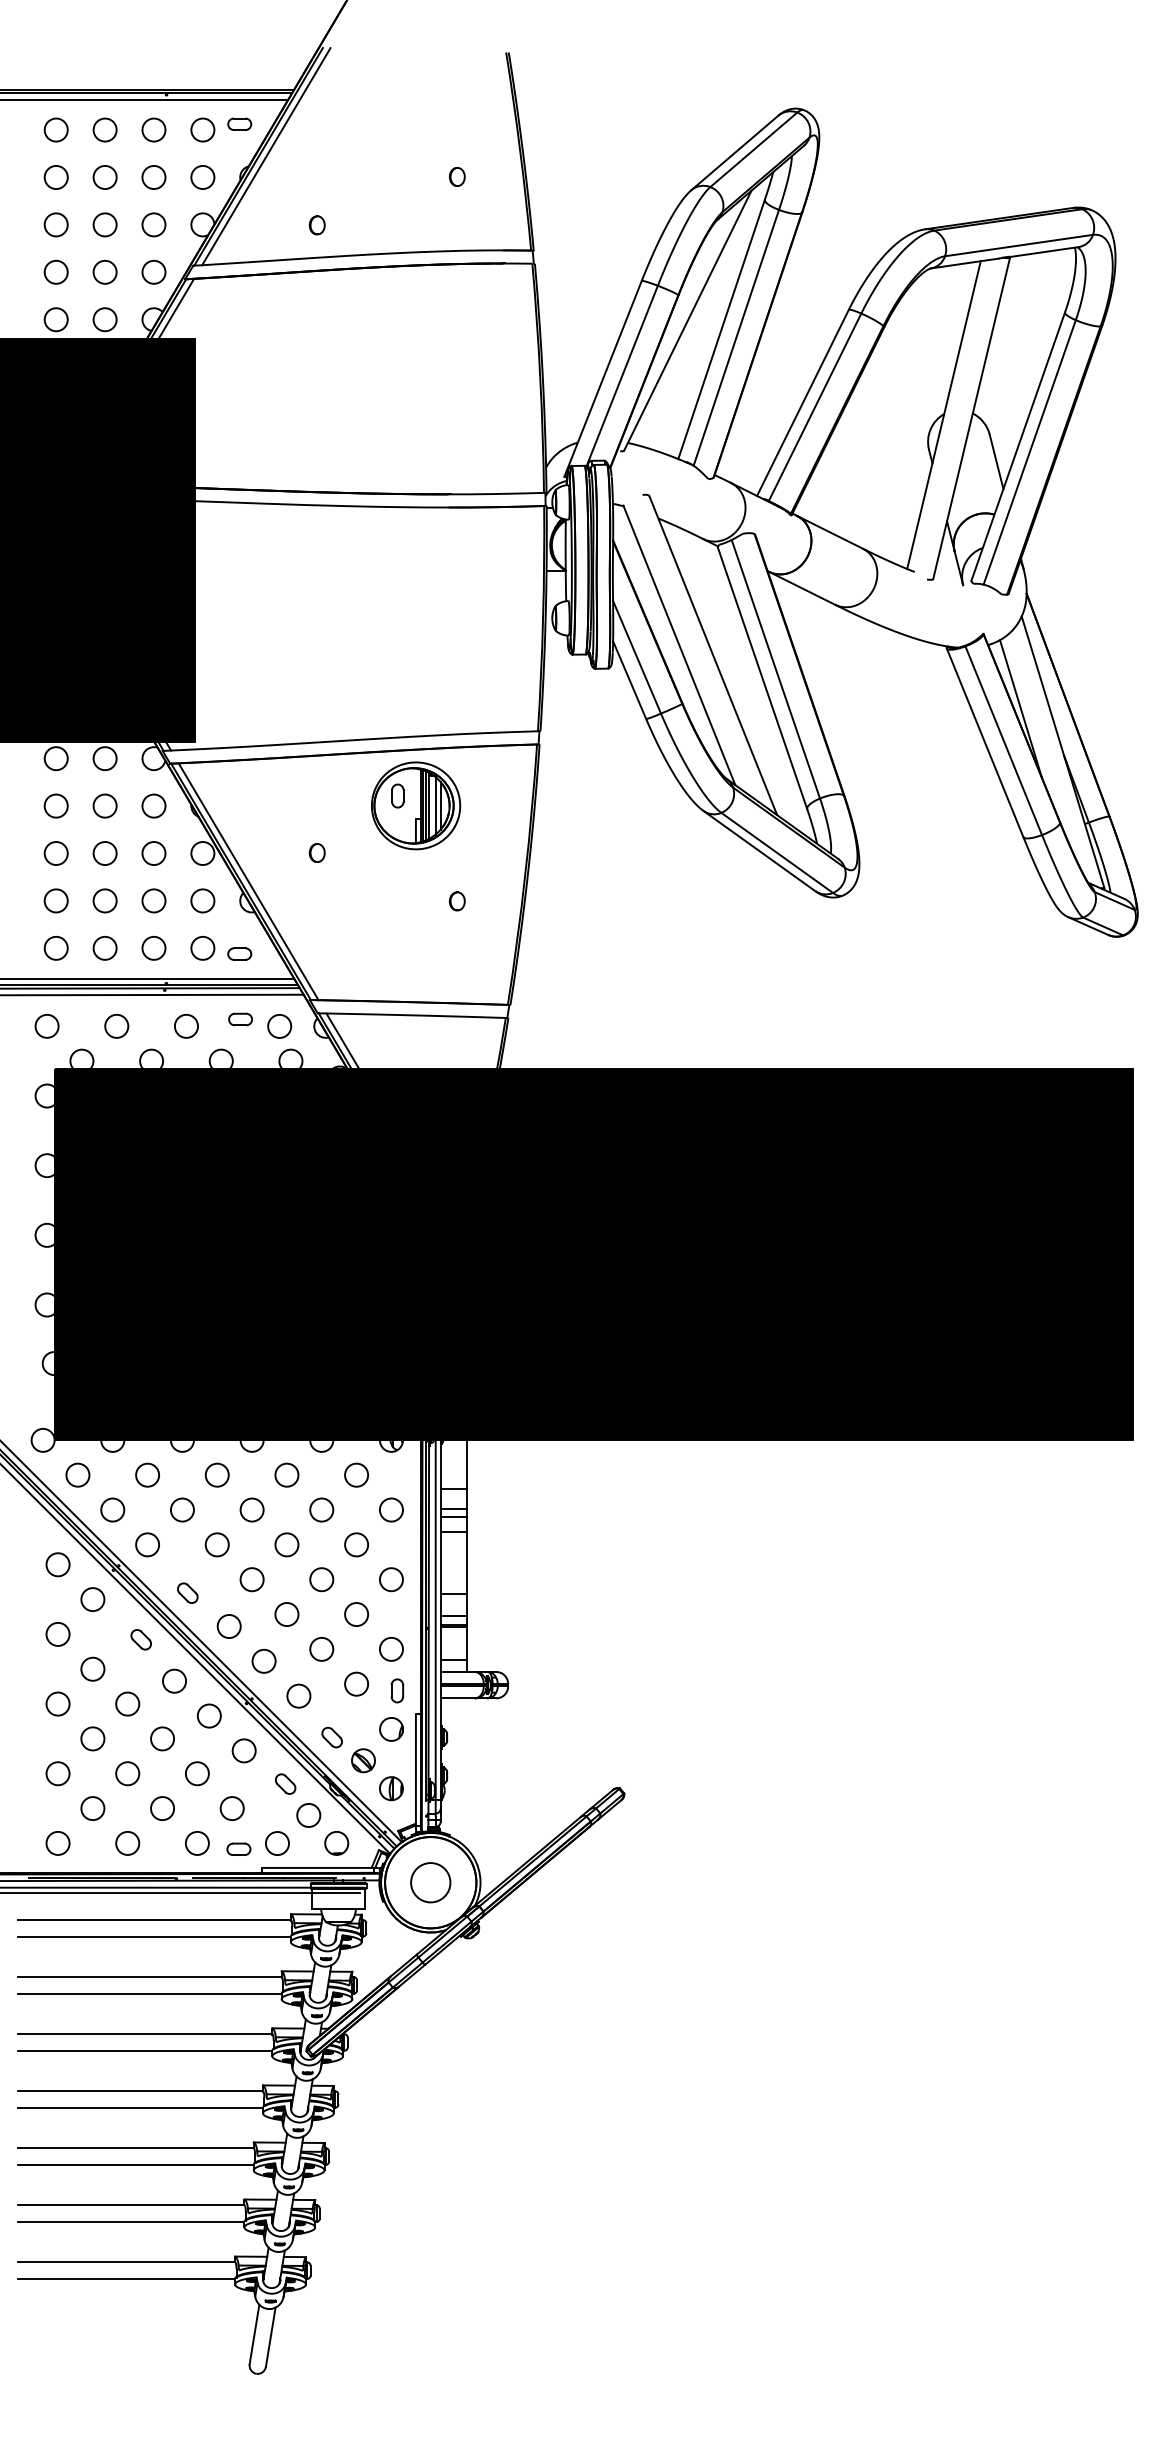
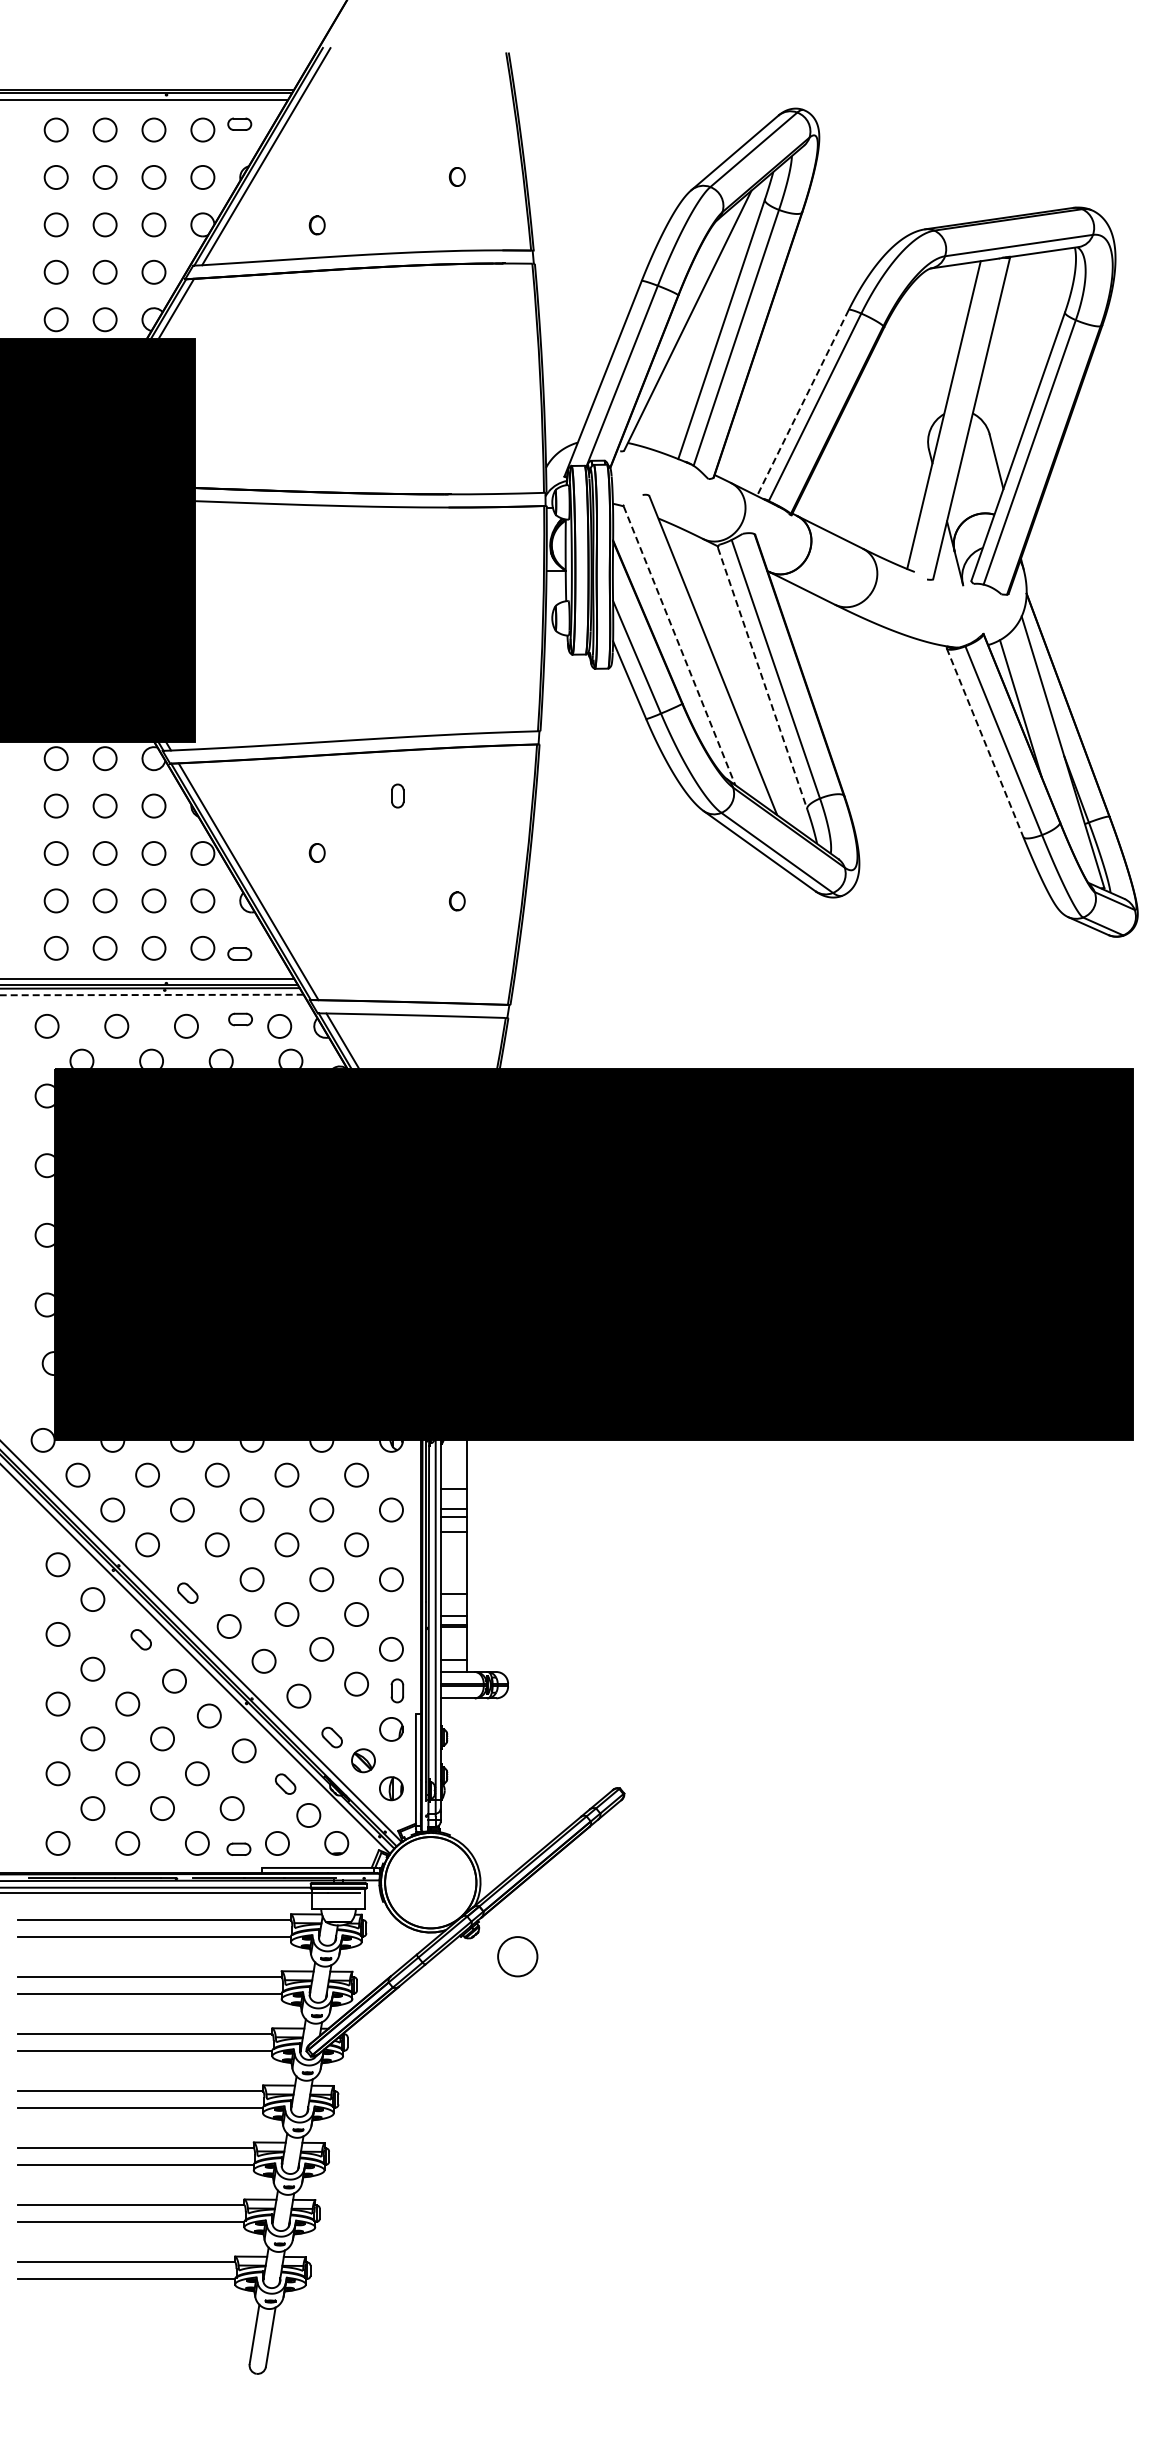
line at (802, 402): solid -> dashed
line at (679, 646): solid -> dashed
line at (762, 678): solid -> dashed
line at (985, 742): solid -> dashed
part at (416, 805): present -> none
line at (151, 995): solid -> dashed
circle at (430, 1882) position: (430, 1882) -> (517, 1956)
